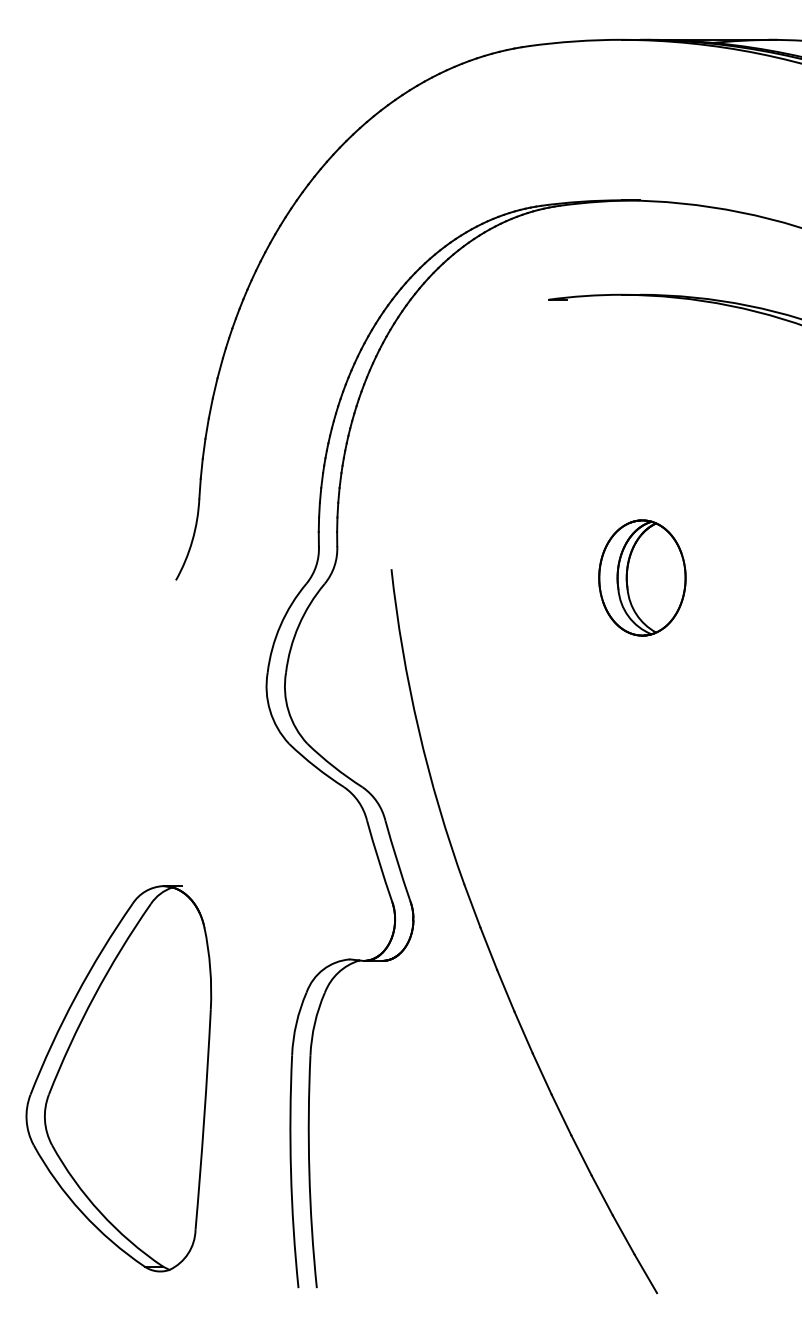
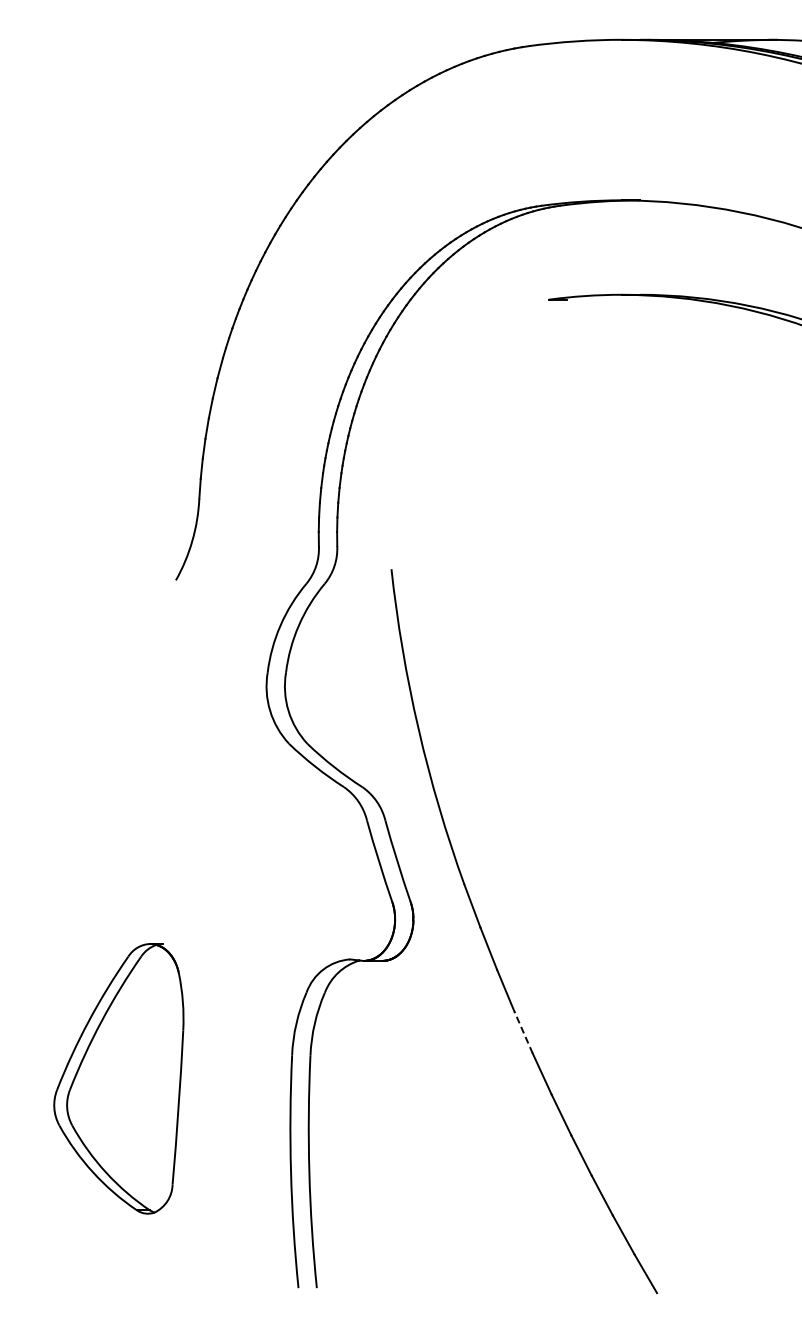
part at (642, 577): present -> none
line at (523, 1032): solid -> dashed
part at (118, 1078) size: 188x388 px -> 132x272 px
